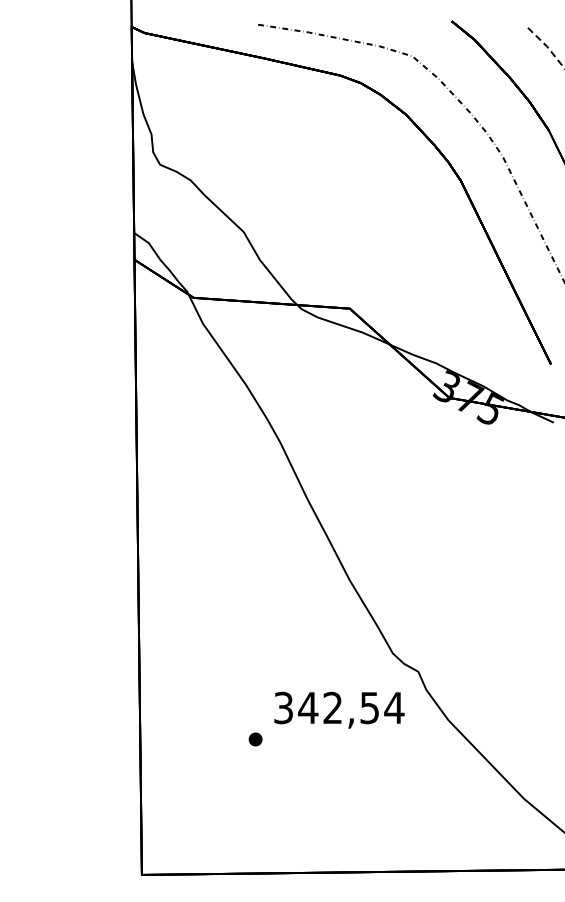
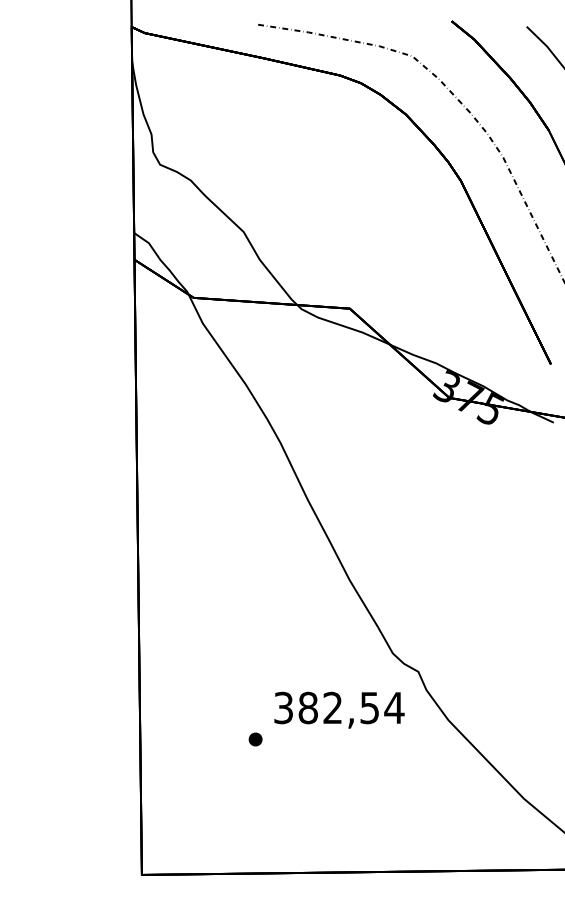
line at (547, 46): dashed -> solid
text at (308, 707): 342,54 -> 382,54
